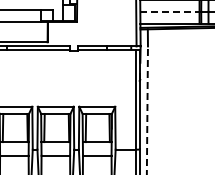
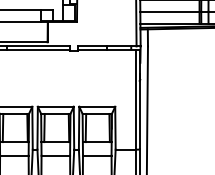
line at (169, 11): dashed -> solid
line at (147, 110): dashed -> solid
